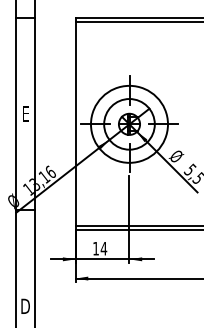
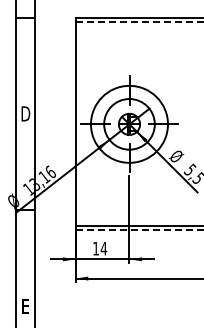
line at (139, 22): solid -> dashed
text at (25, 113): E -> D
line at (139, 230): solid -> dashed
text at (25, 305): D -> E
